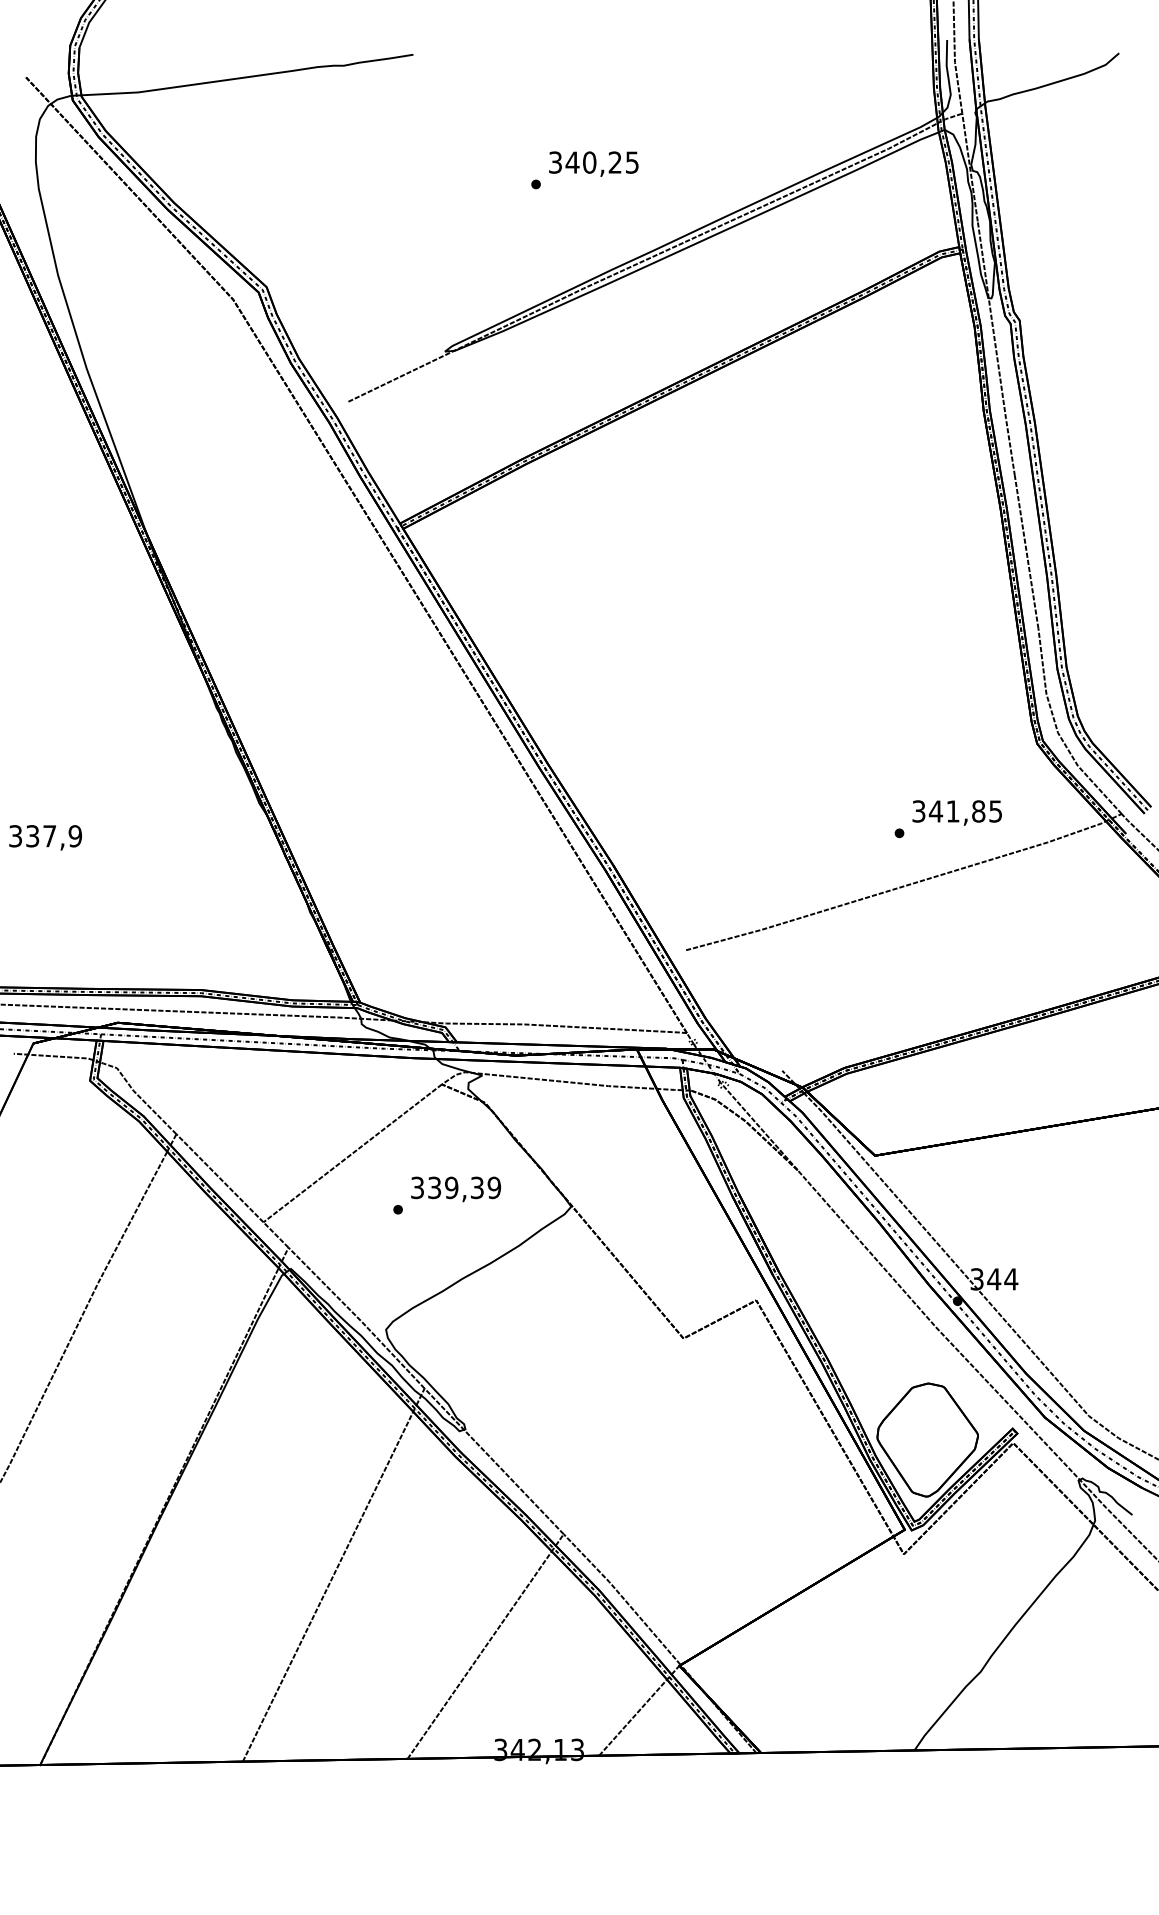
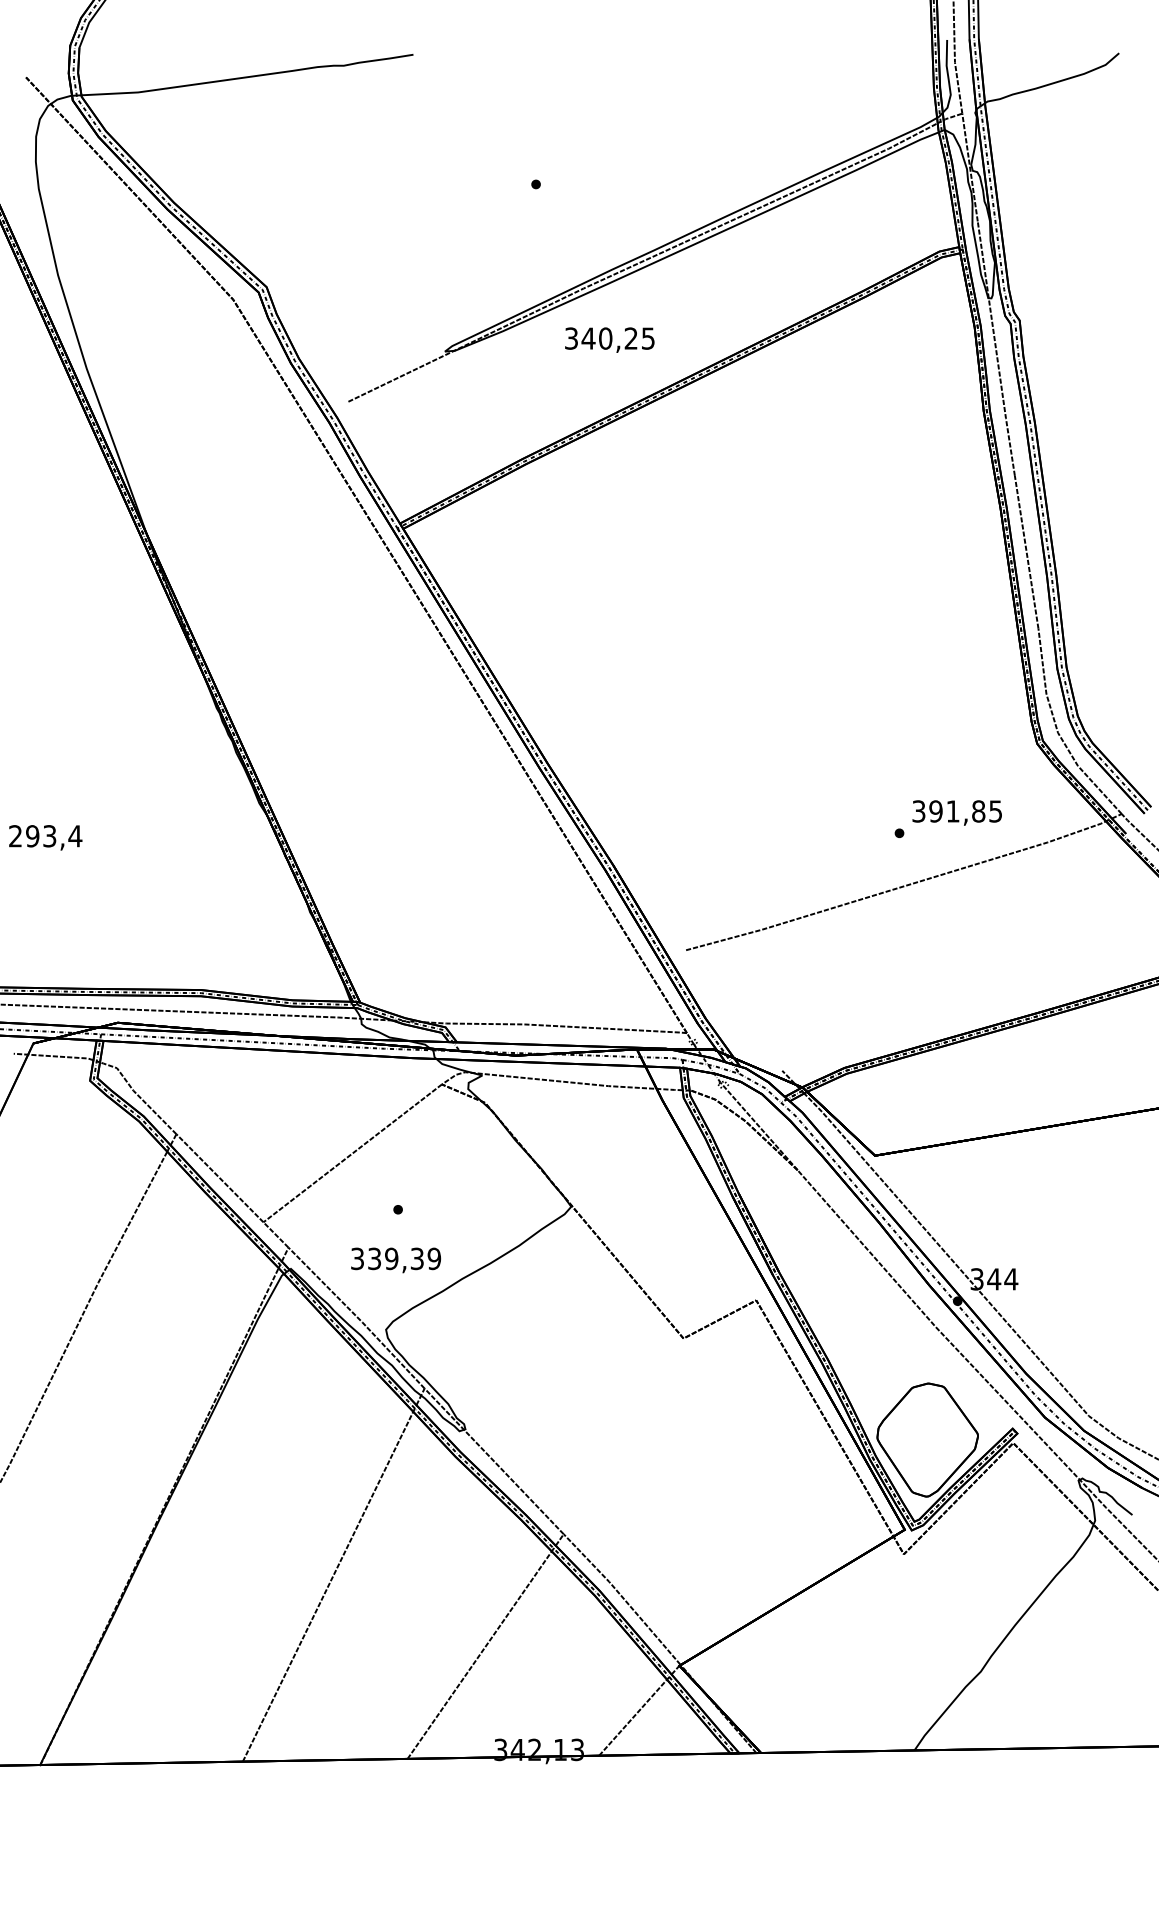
text at (593, 163) position: (593, 163) -> (609, 339)
text at (935, 811): 341,85 -> 391,85
text at (45, 836): 337,9 -> 293,4
text at (455, 1189) position: (455, 1189) -> (395, 1260)
